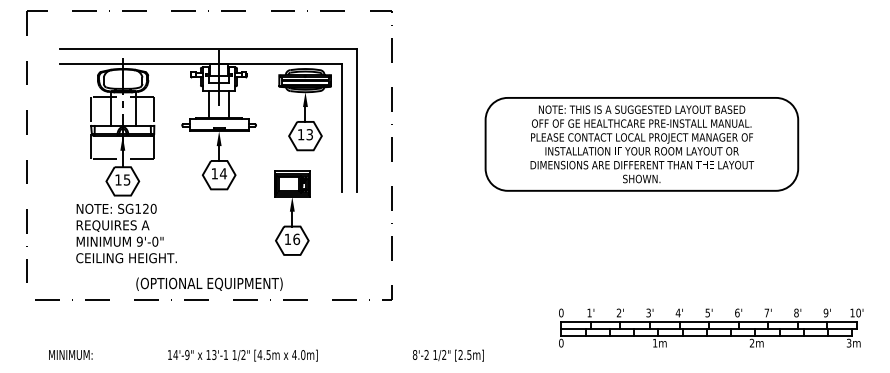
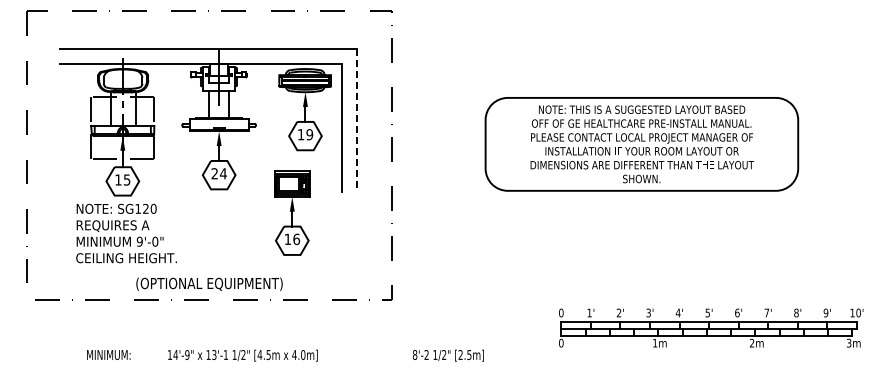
line at (356, 120): solid -> dashed
text at (309, 134): 13 -> 19
text at (214, 173): 14 -> 24
text at (70, 354) position: (70, 354) -> (108, 354)
